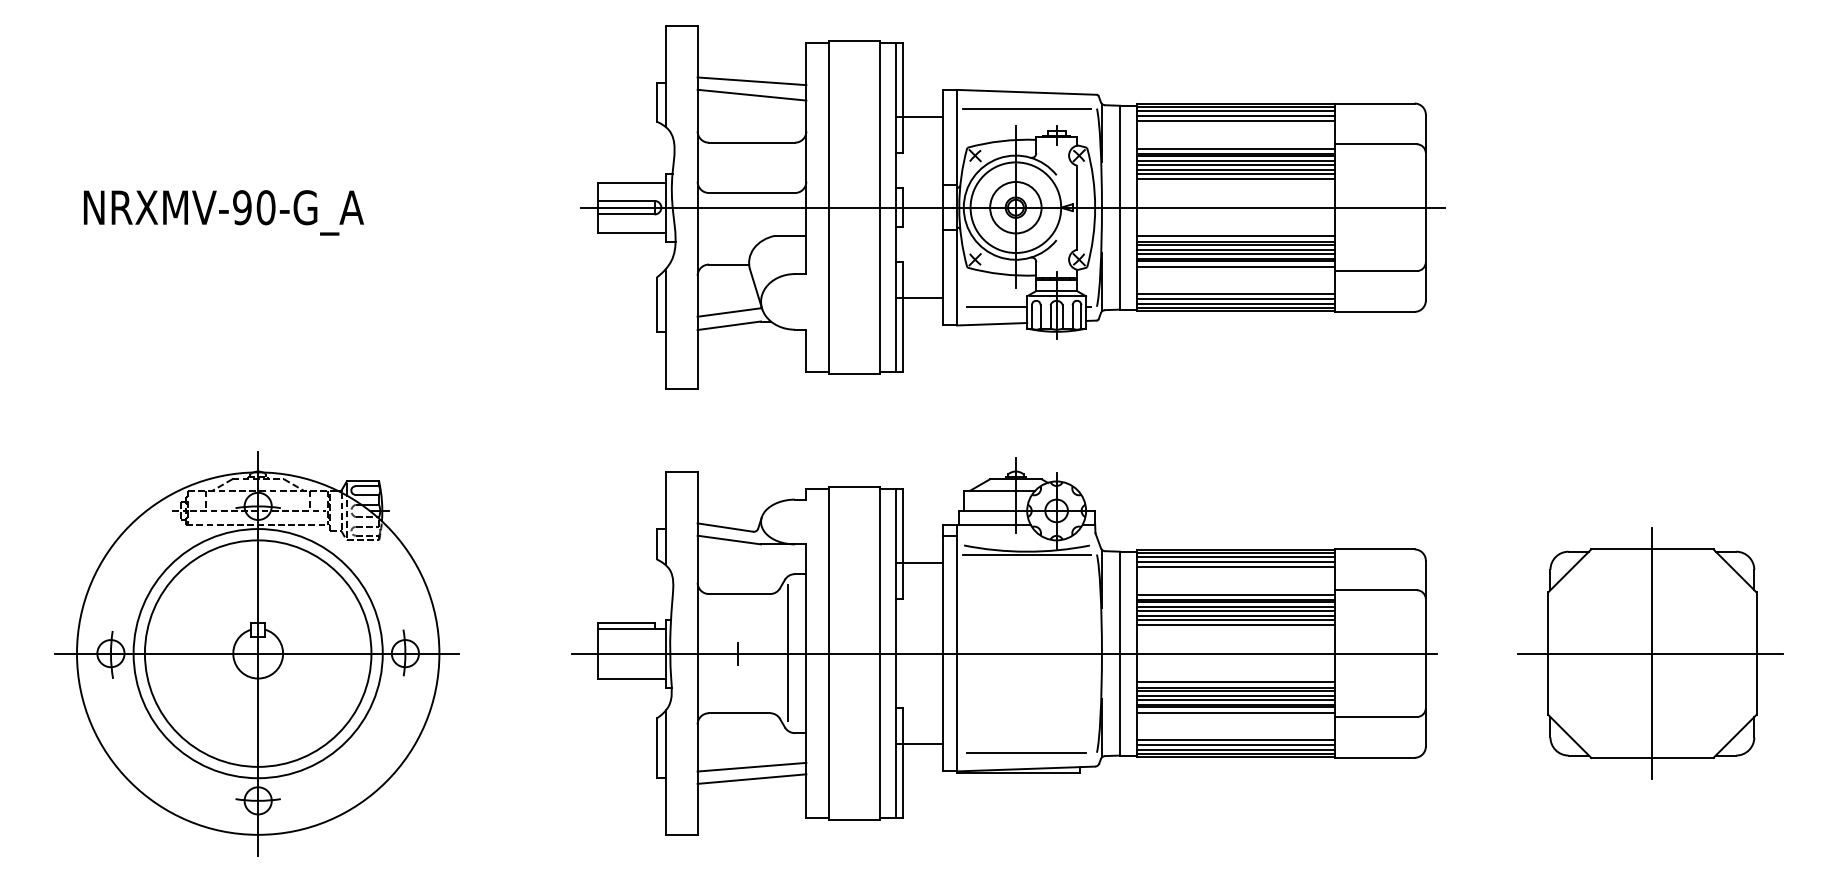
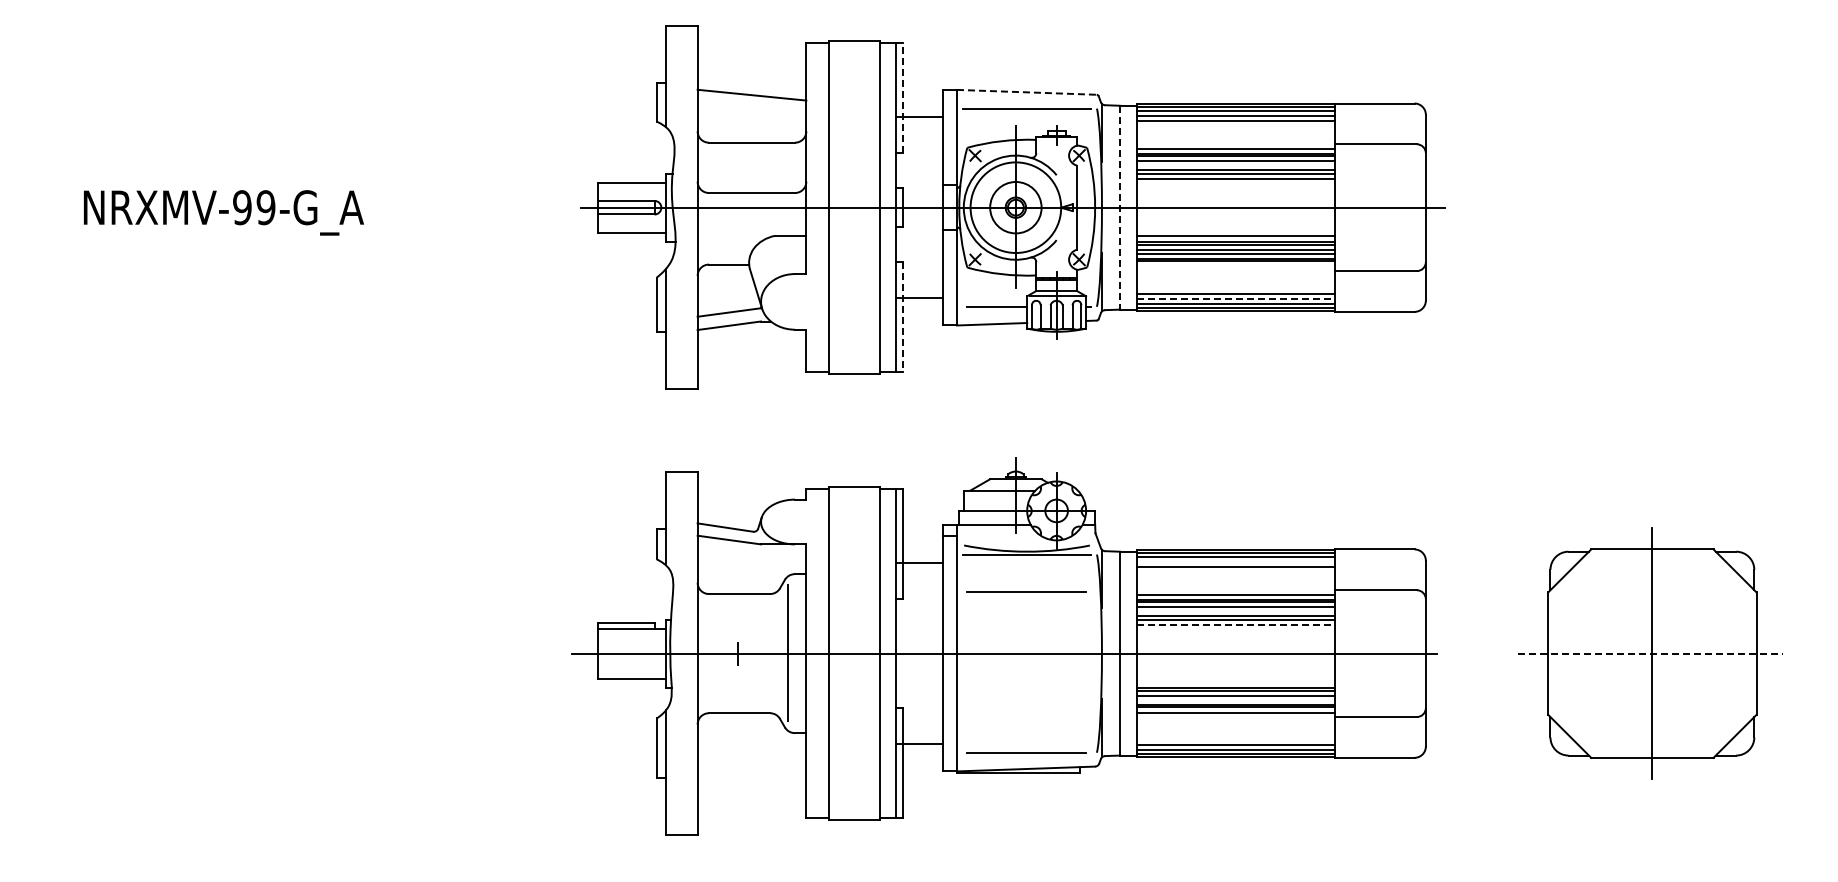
line at (751, 81): present -> none
line at (1026, 92): solid -> dashed
line at (902, 98): solid -> dashed
line at (1236, 165): present -> none
text at (265, 207): NRXMV-90-G_A -> NRXMV-99-G_A
line at (1120, 207): solid -> dashed
line at (1236, 266): present -> none
line at (1236, 299): solid -> dashed
line at (902, 317): solid -> dashed
line at (1236, 561): present -> none
line at (1026, 591): none -> present
line at (1236, 611): present -> none
line at (1236, 624): solid -> dashed
part at (256, 653): present -> none
line at (1650, 653): solid -> dashed
line at (1236, 682): present -> none
line at (1236, 700): present -> none
line at (1236, 739): present -> none
line at (751, 766): present -> none
line at (751, 778): present -> none
